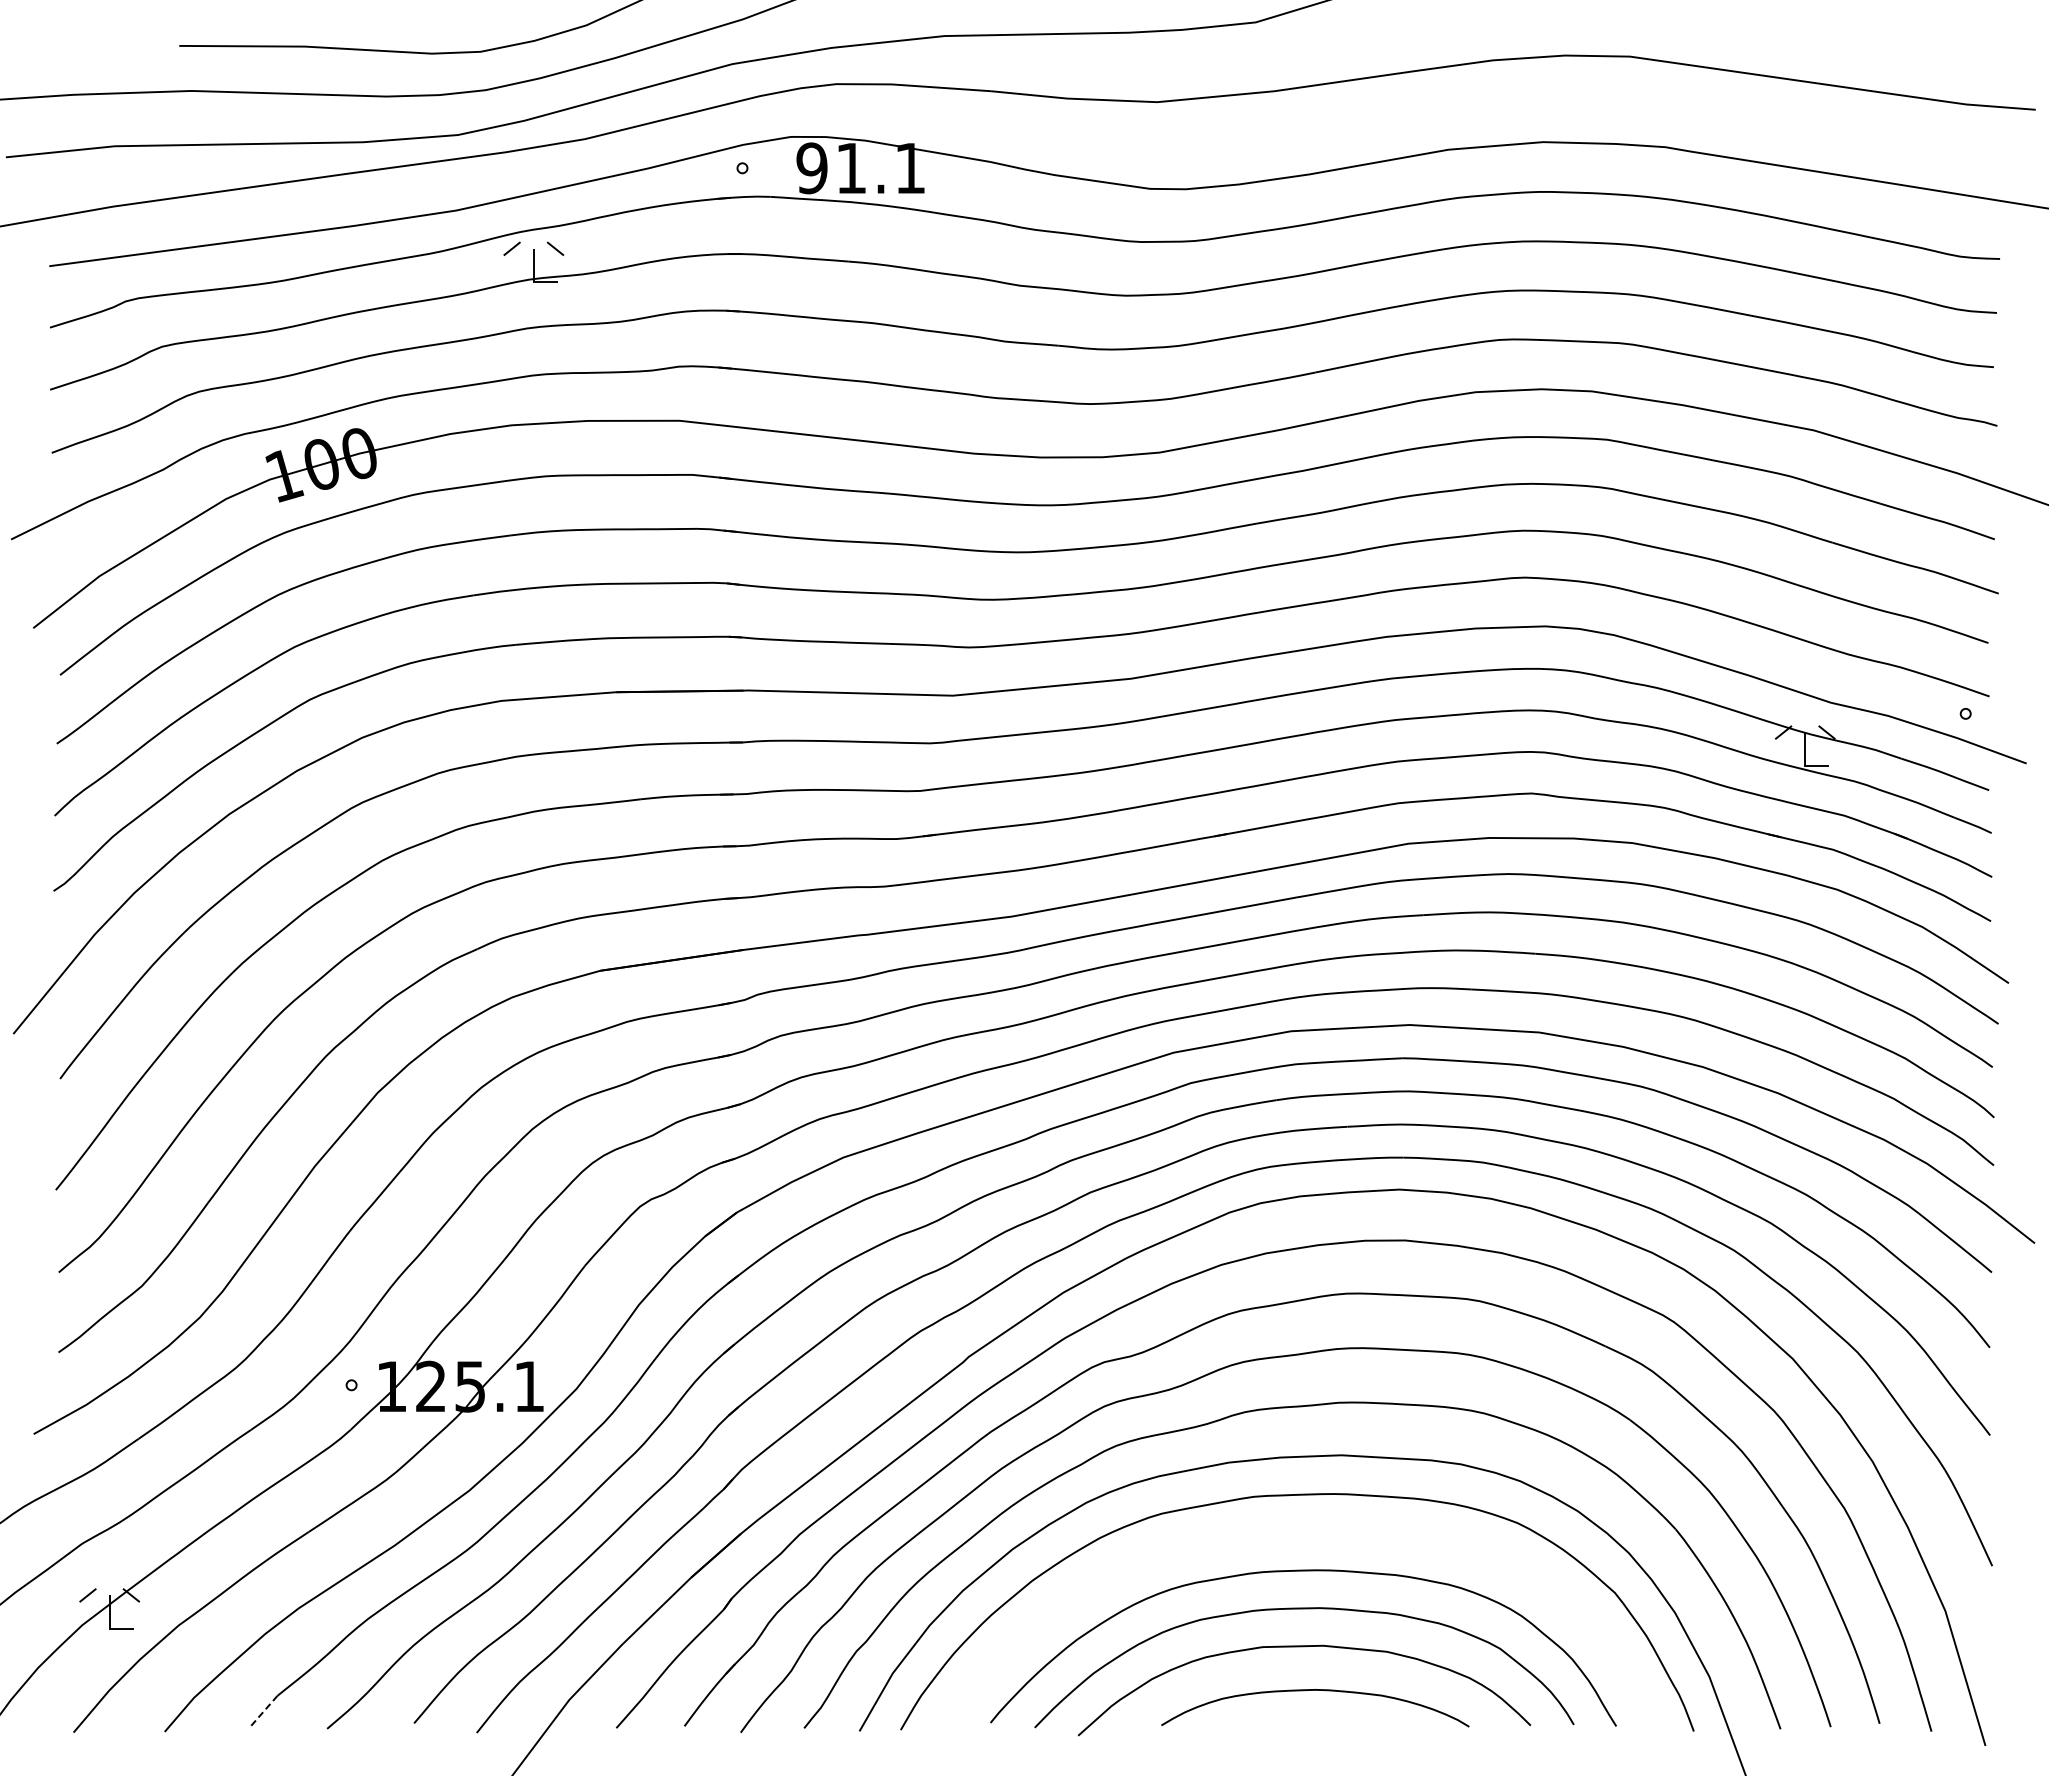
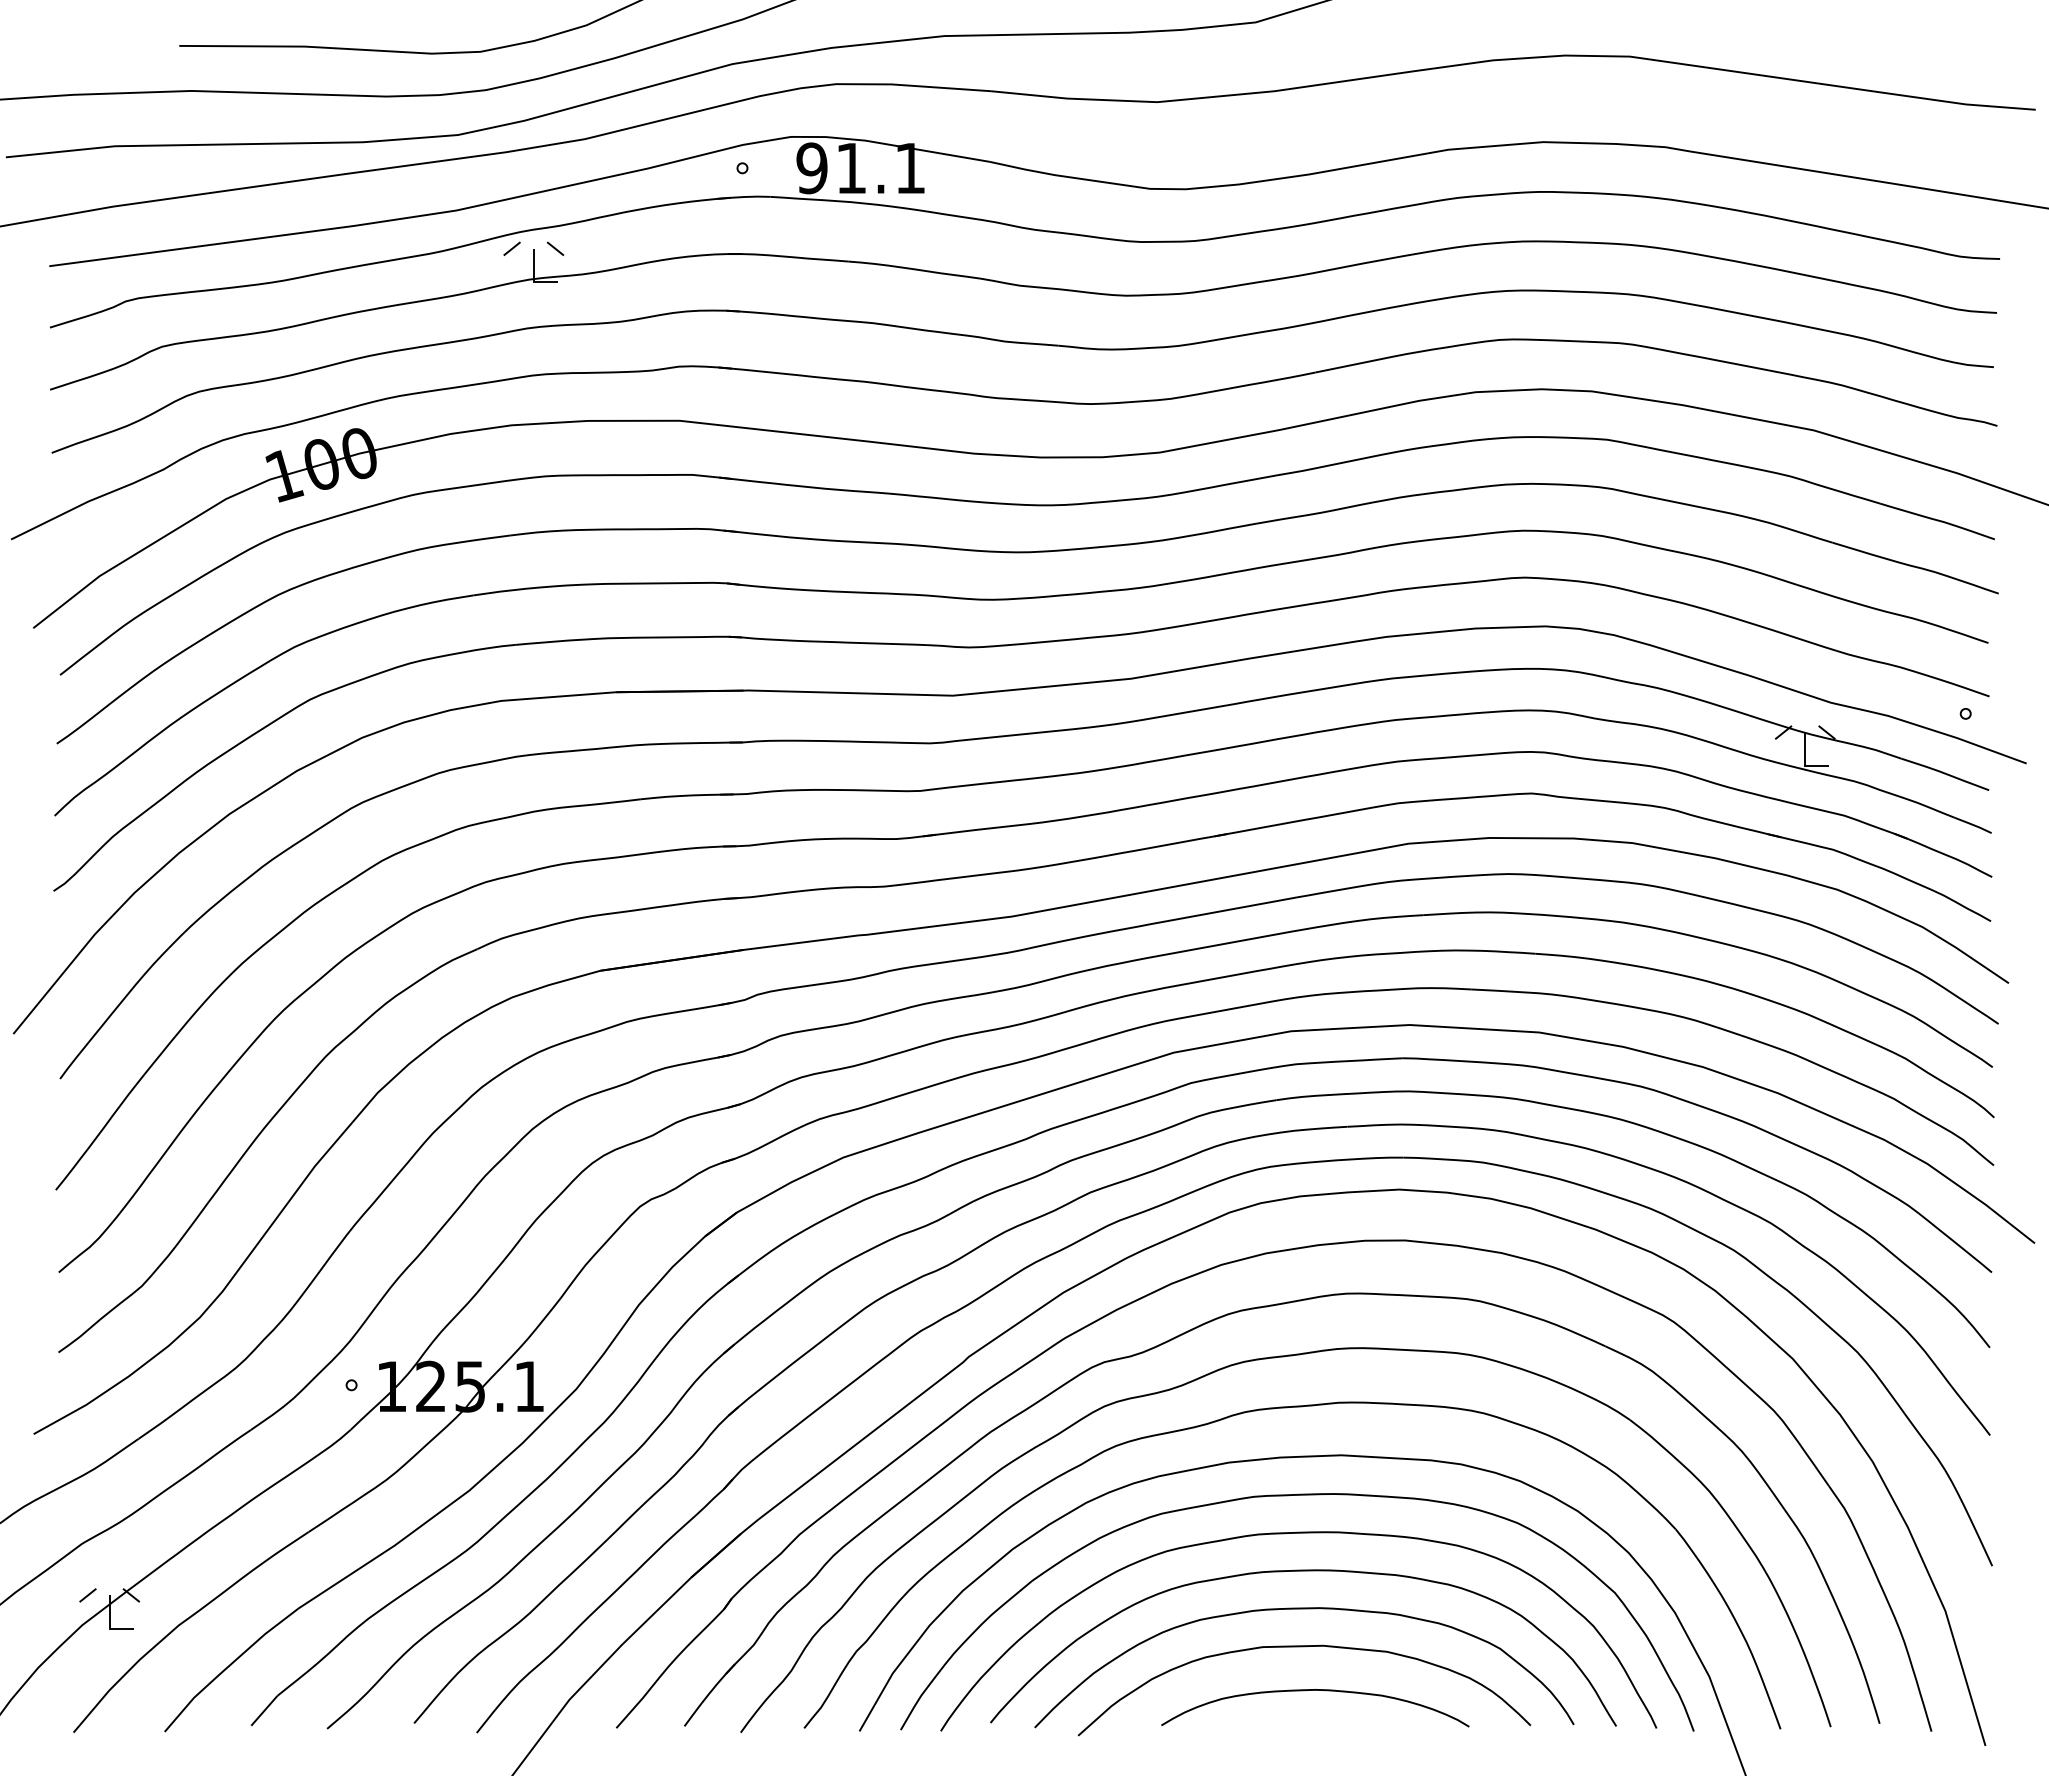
curve at (1298, 1533): none -> present
line at (264, 1710): dashed -> solid
